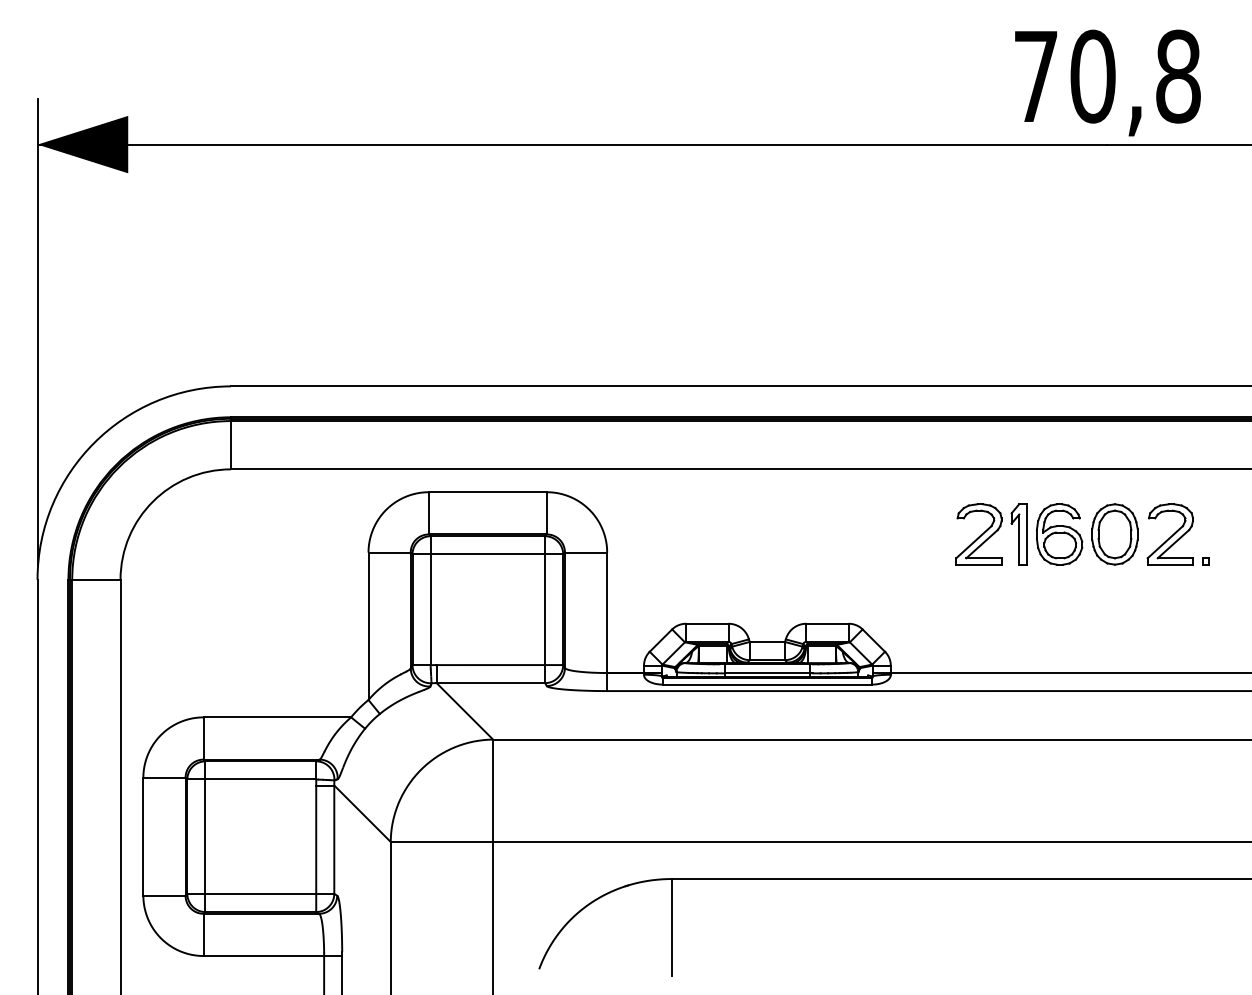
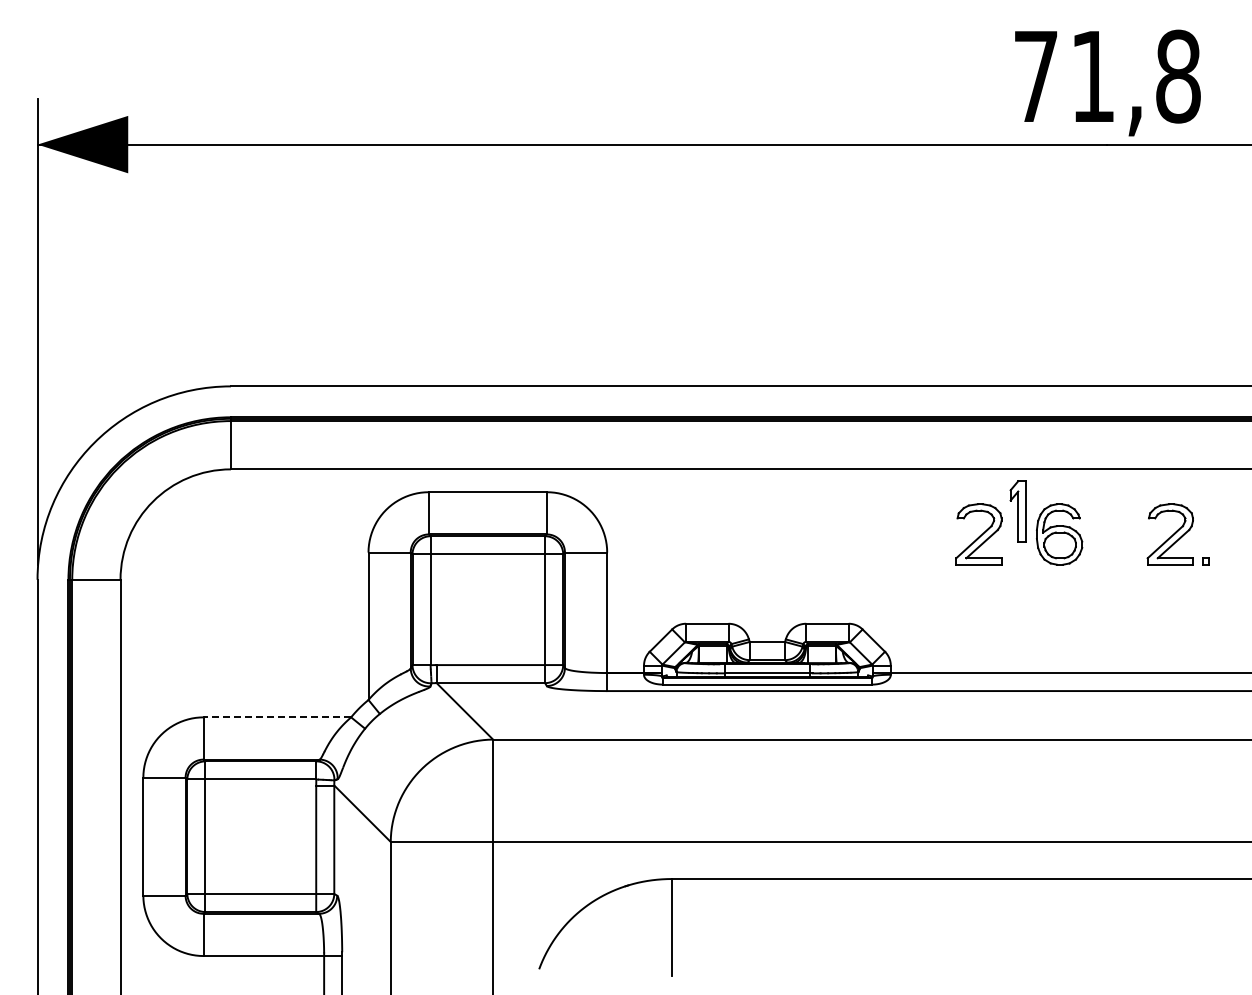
text at (1092, 76): 70,8 -> 71,8
part at (1018, 534) position: (1018, 534) -> (1017, 511)
part at (1114, 534): present -> none
line at (277, 717): solid -> dashed
